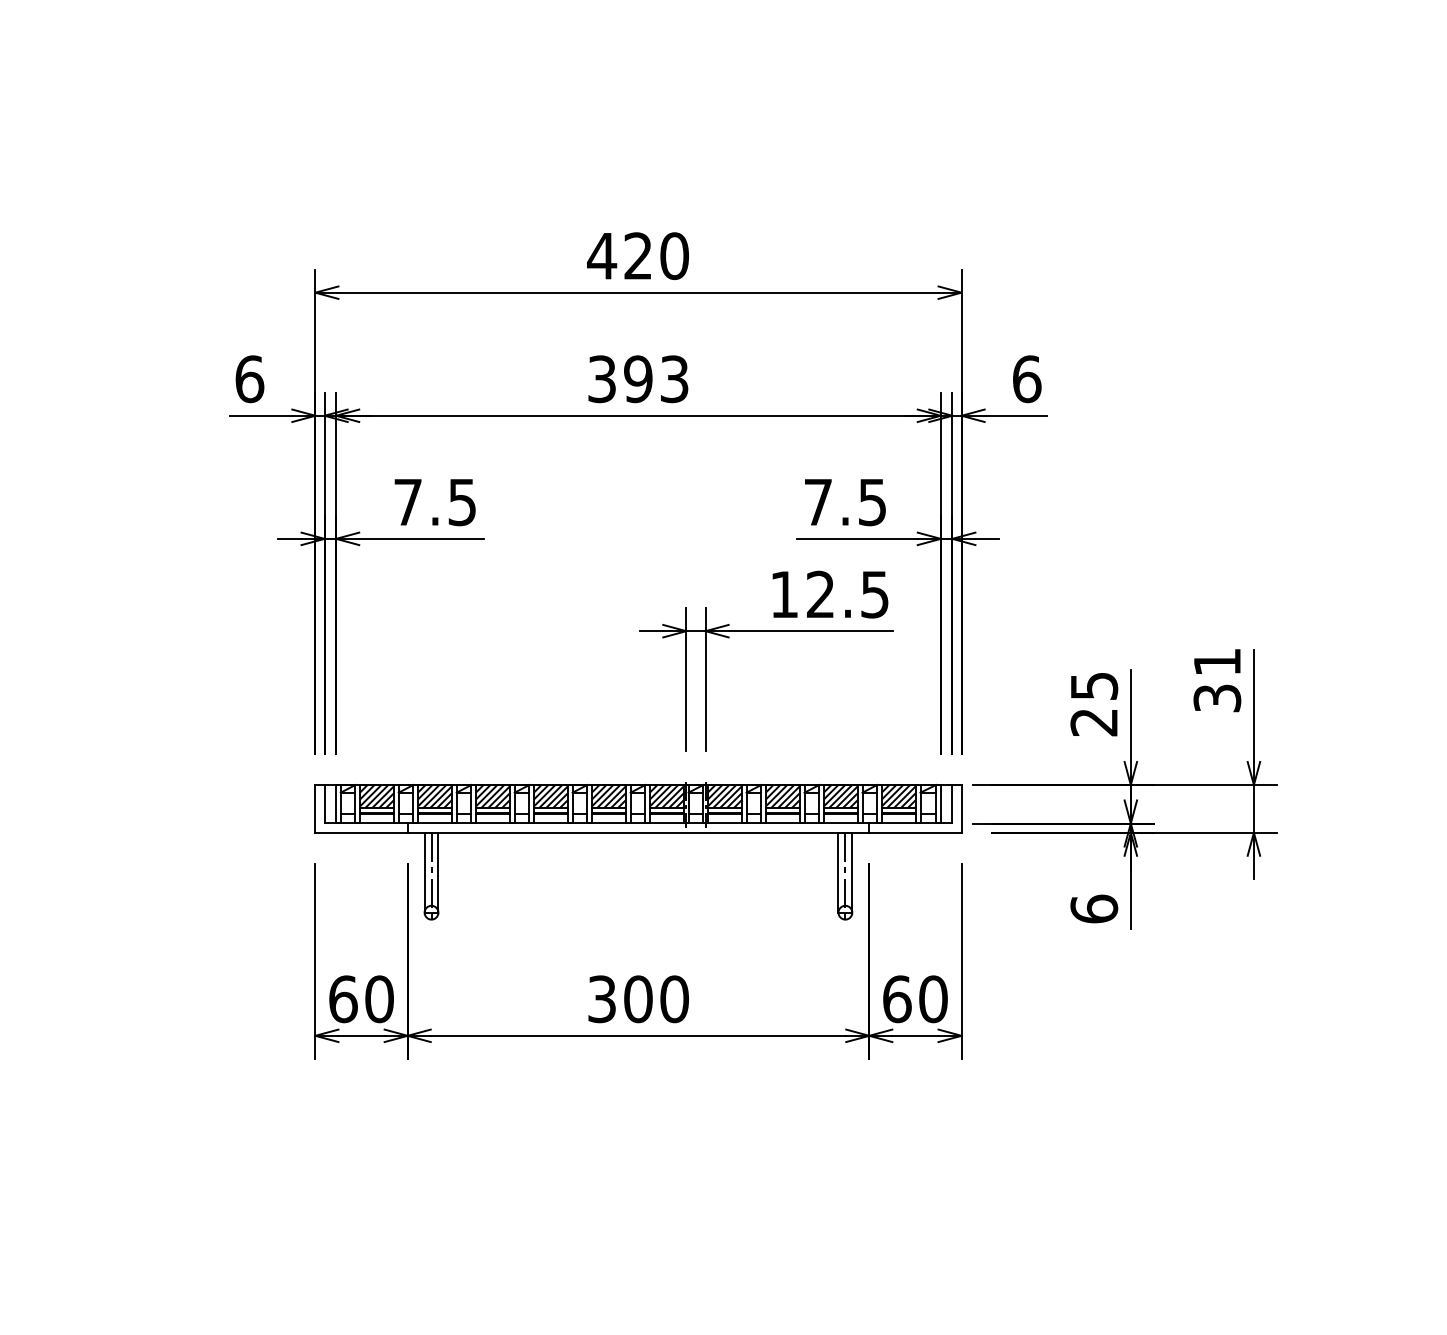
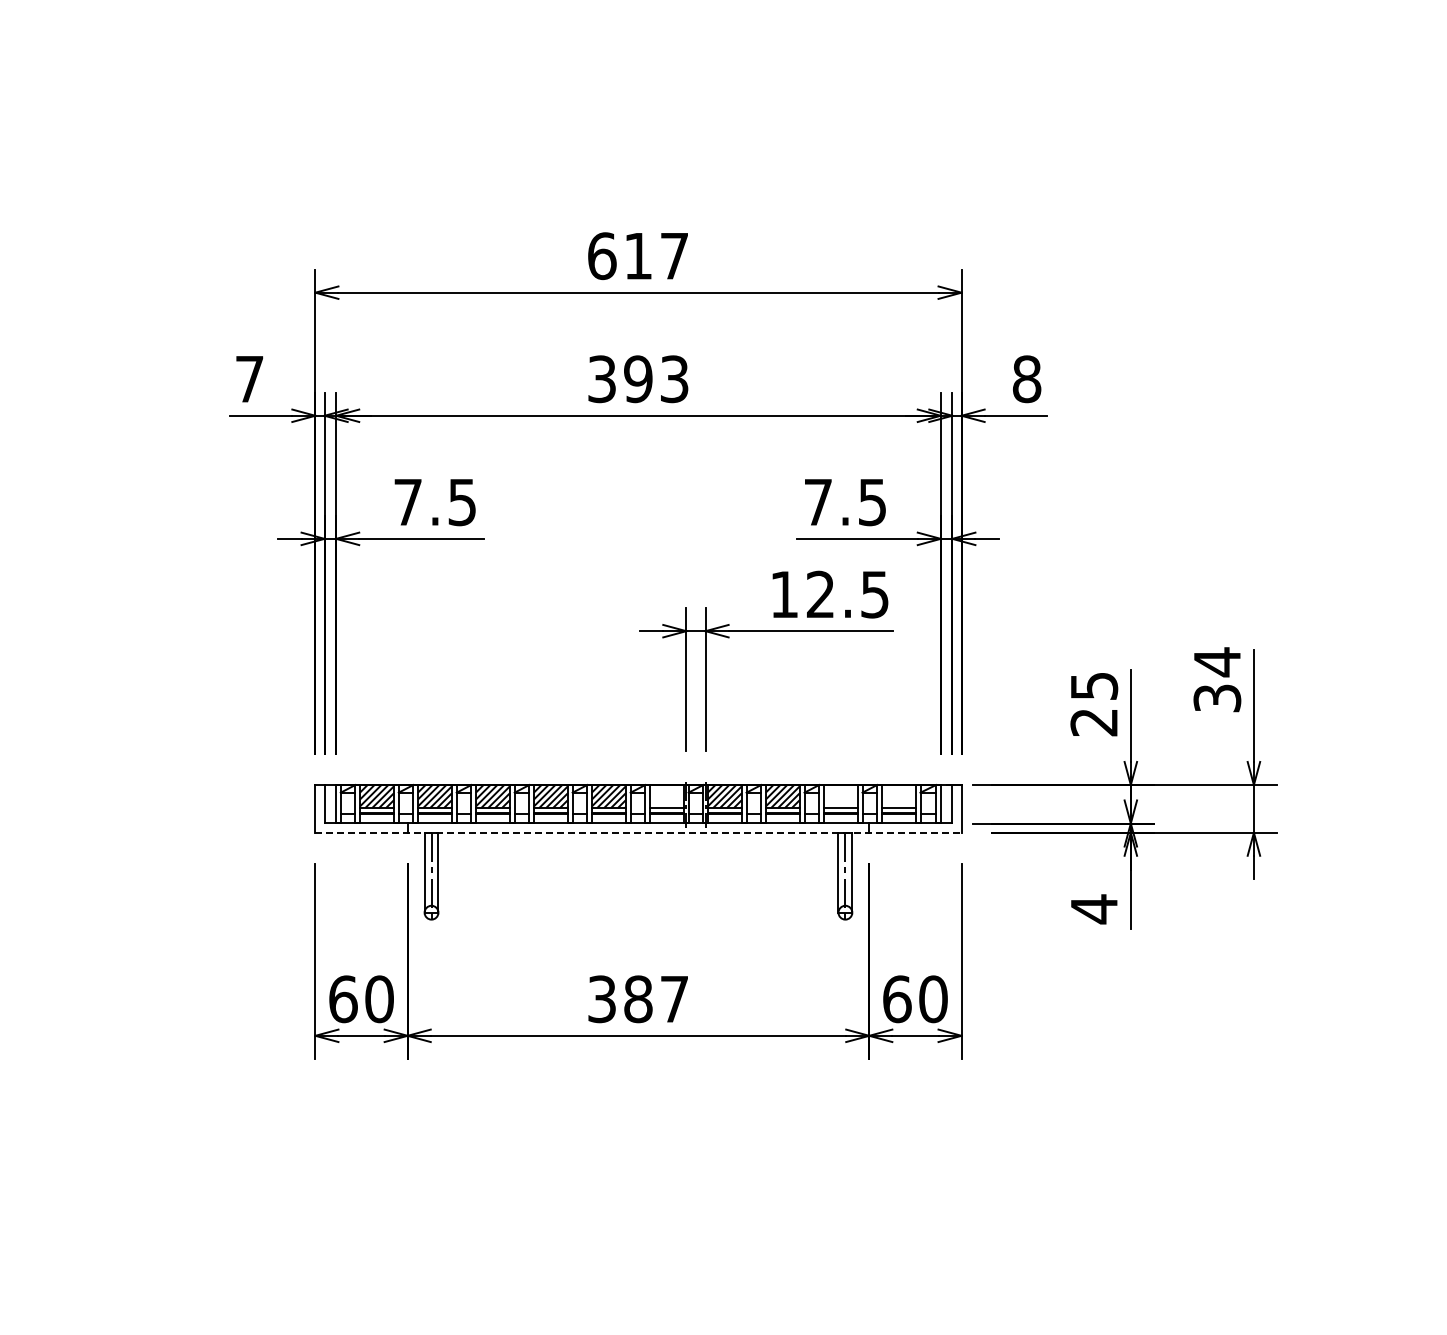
text at (637, 256): 420 -> 617
text at (249, 379): 6 -> 7
text at (1027, 379): 6 -> 8
text at (1217, 662): 31 -> 34
hatch at (666, 796): present -> none
hatch at (840, 796): present -> none
hatch at (898, 796): present -> none
line at (638, 832): solid -> dashed
text at (1094, 909): 6 -> 4
text at (656, 999): 300 -> 387
